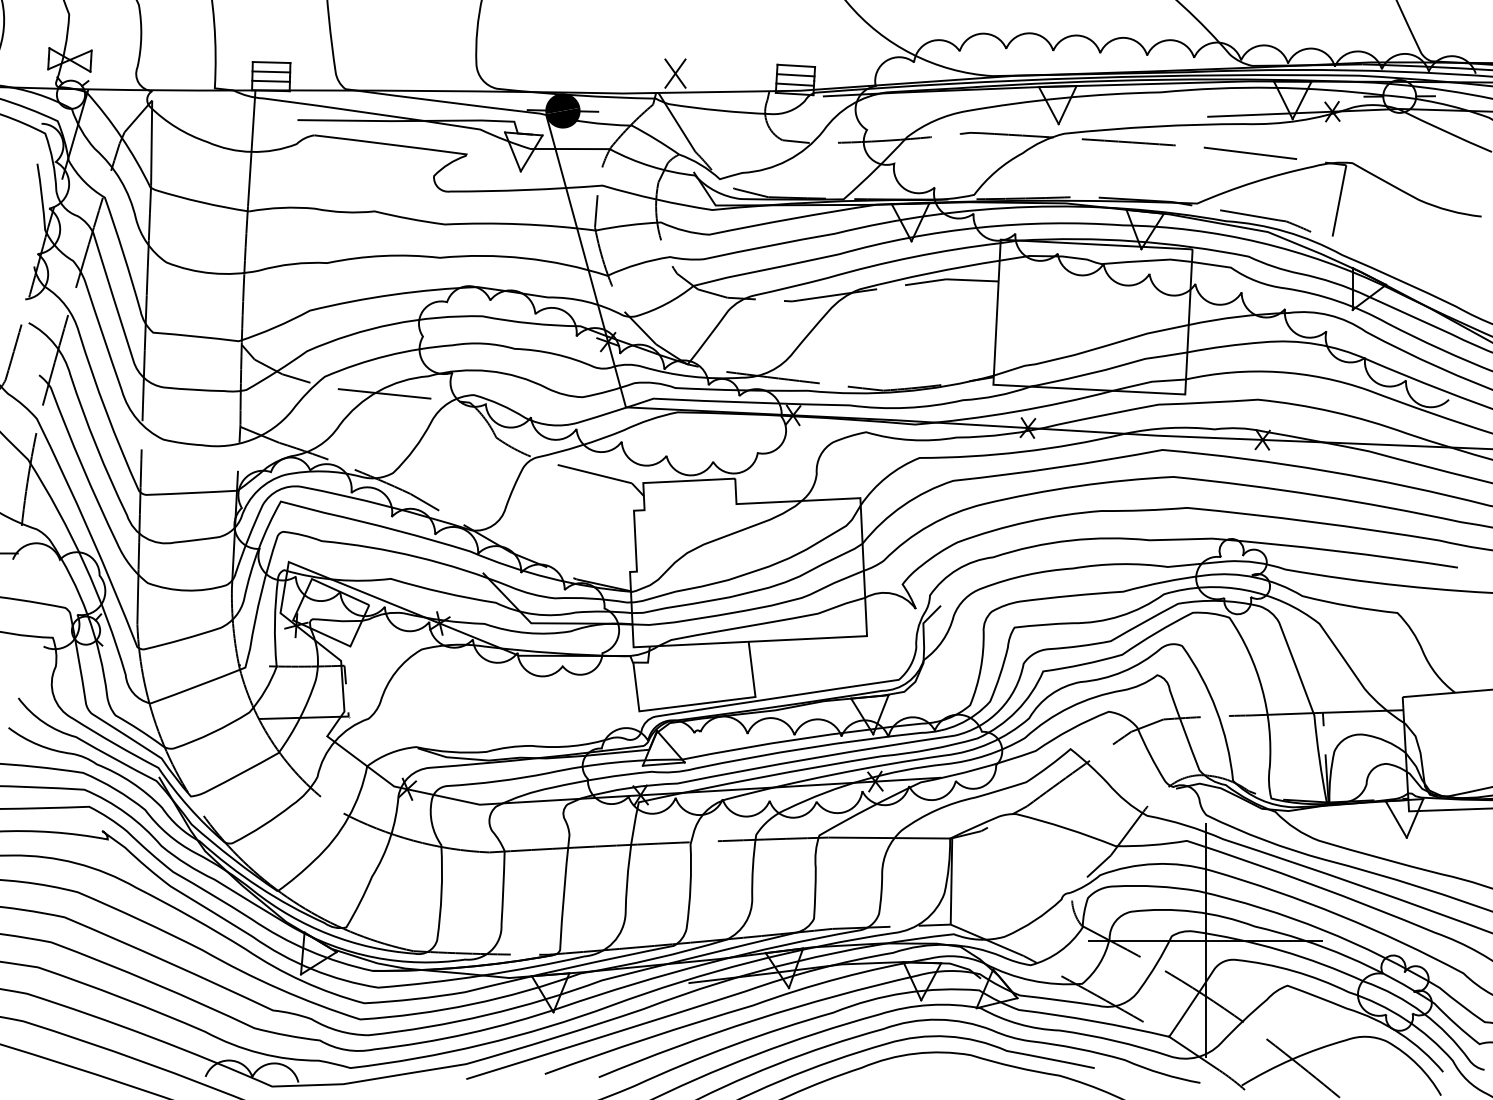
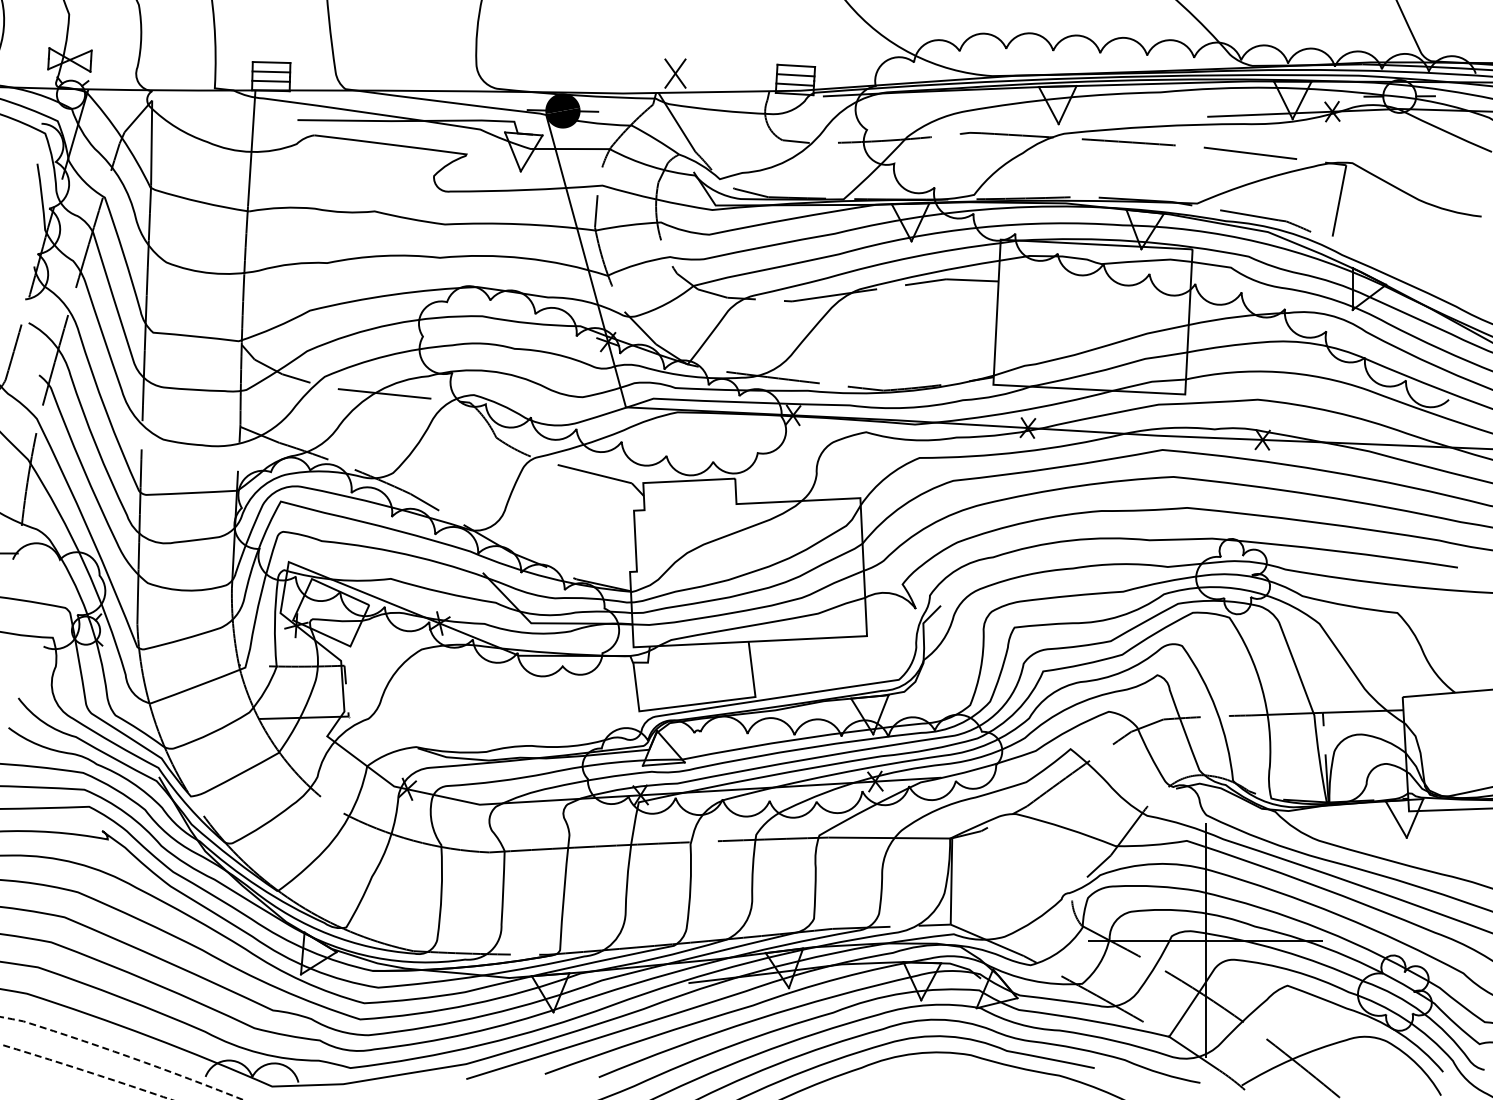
line at (122, 1054): solid -> dashed
line at (85, 1071): solid -> dashed
